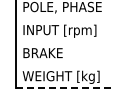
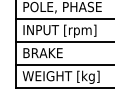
line at (63, 18): none -> present
line at (63, 41): none -> present
line at (63, 64): none -> present
line at (65, 87): dashed -> solid
